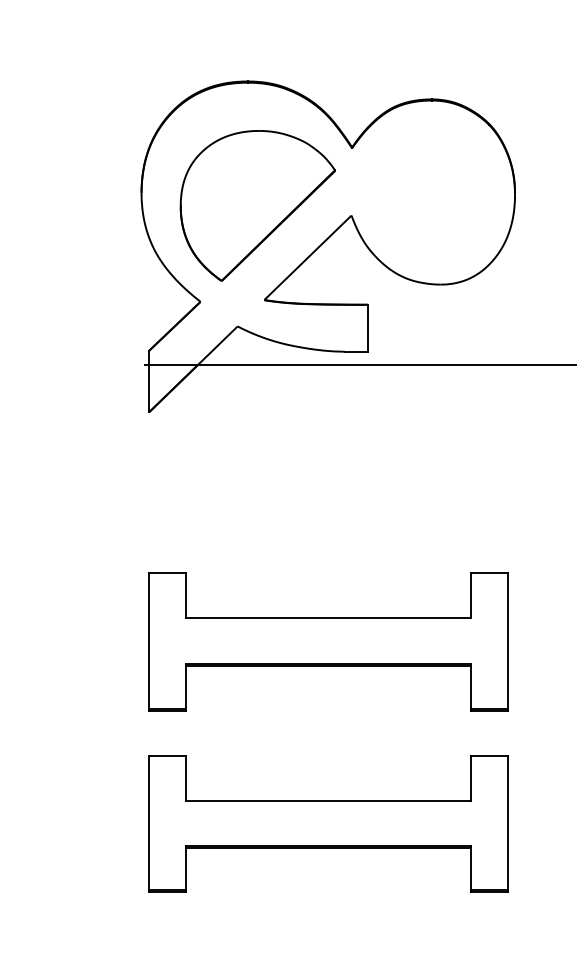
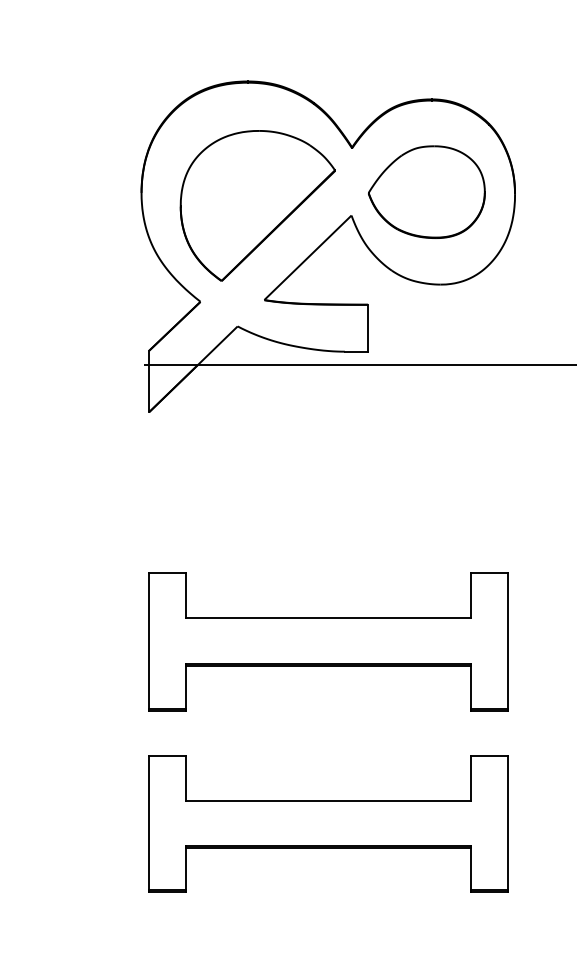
part at (426, 191): none -> present
